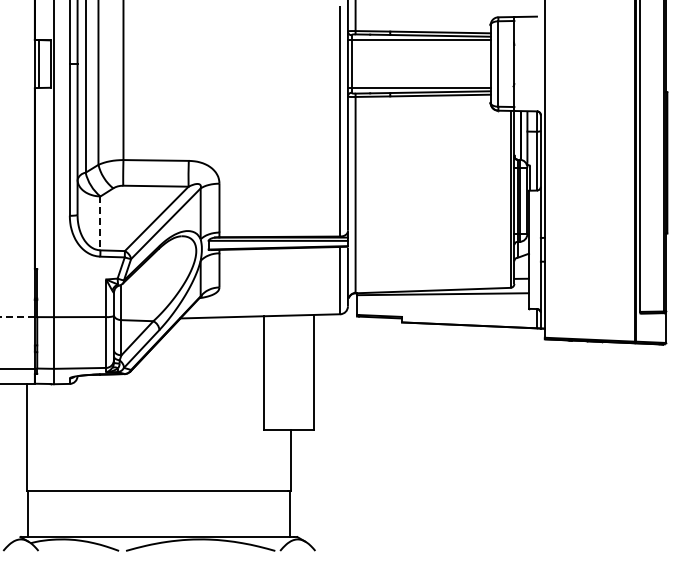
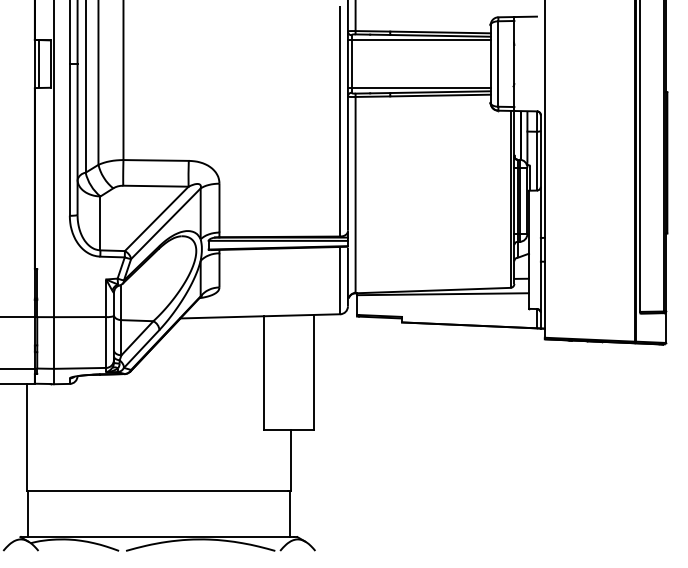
line at (100, 223): dashed -> solid
line at (17, 317): dashed -> solid
